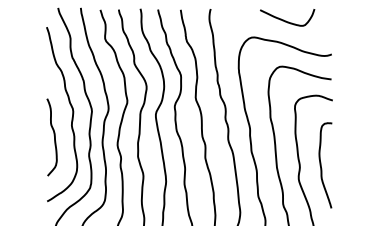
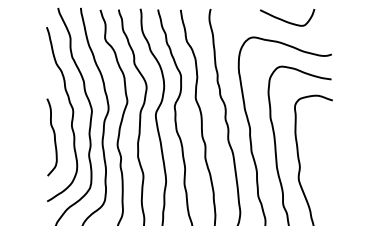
curve at (321, 165): present -> none
